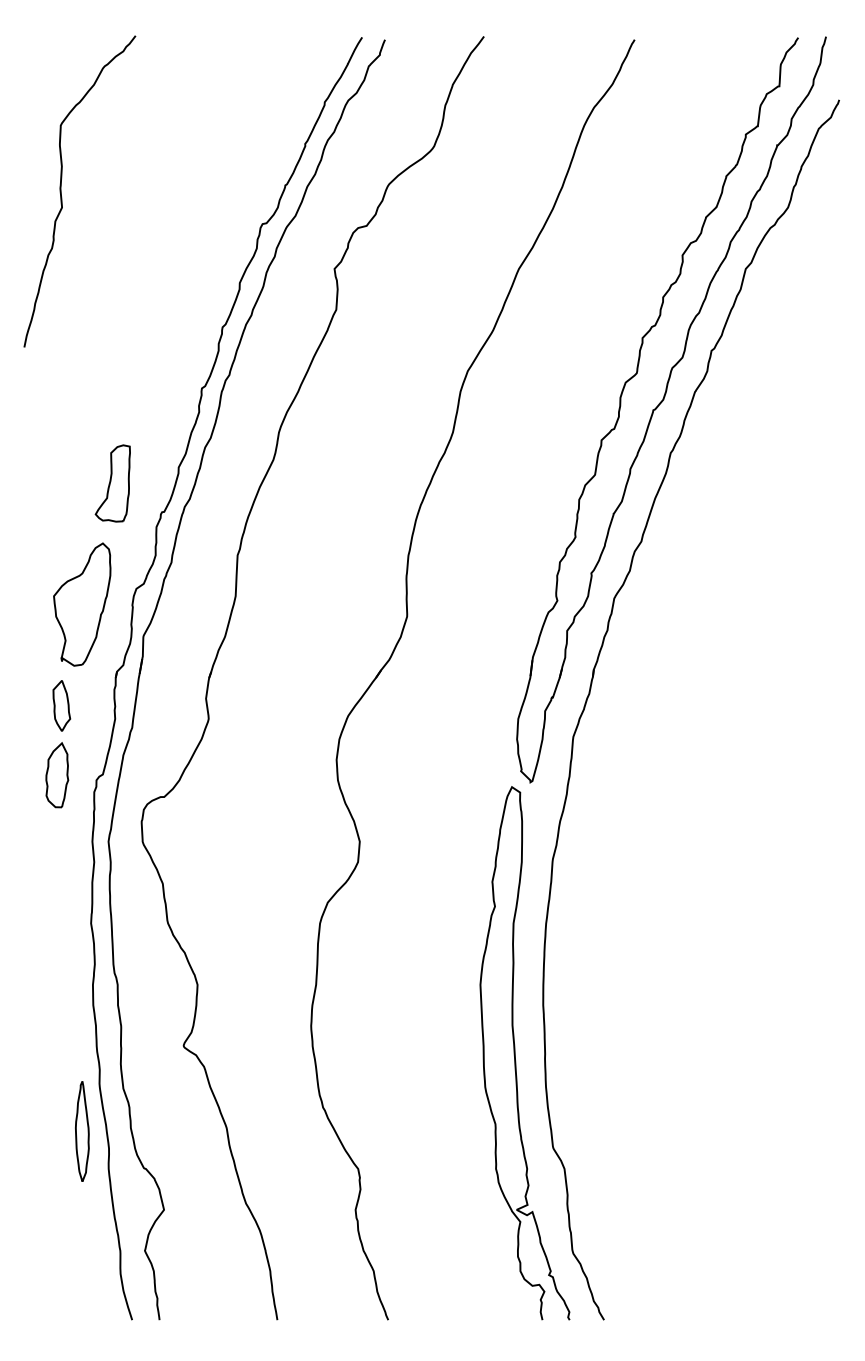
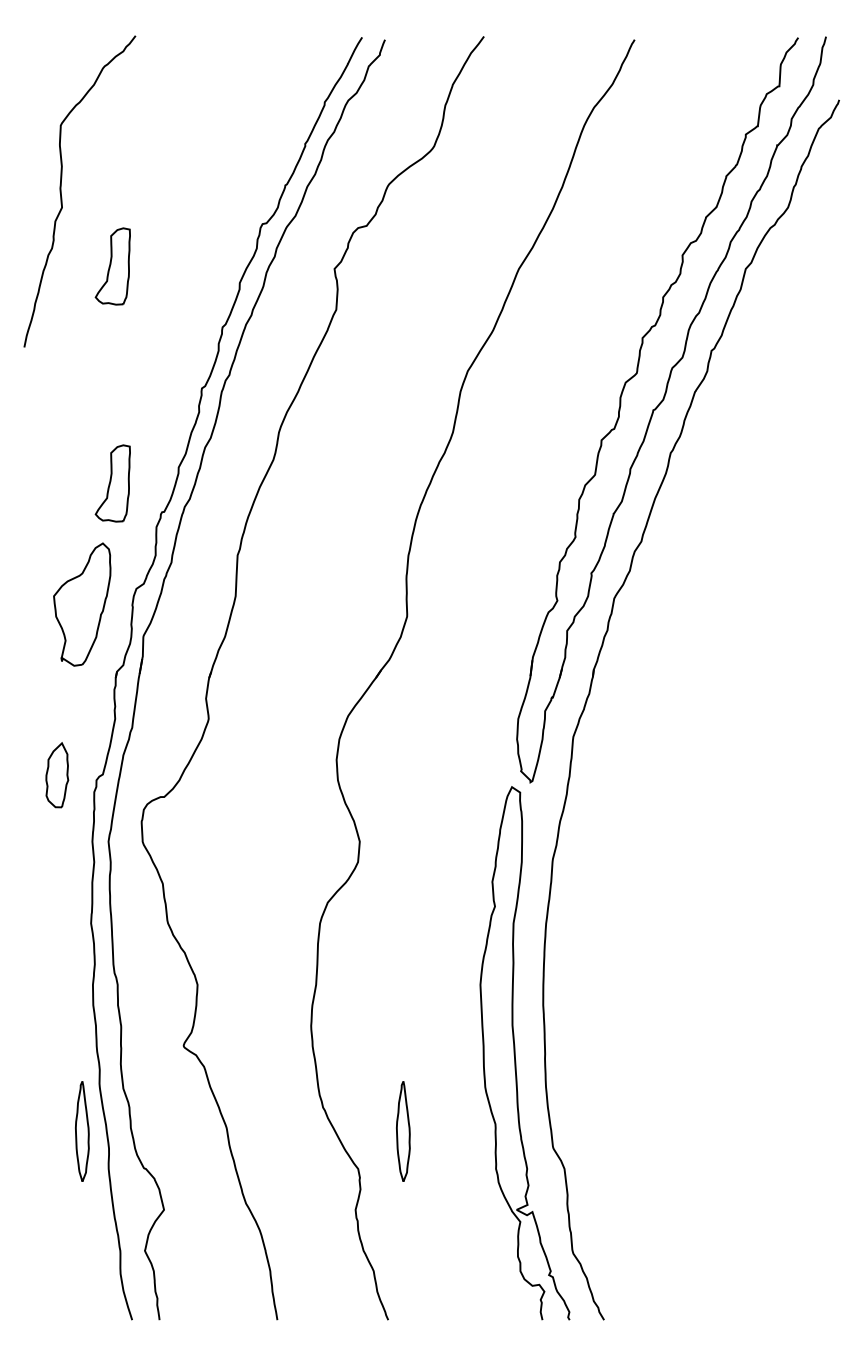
part at (112, 266): none -> present
part at (61, 705): present -> none
part at (403, 1131): none -> present
